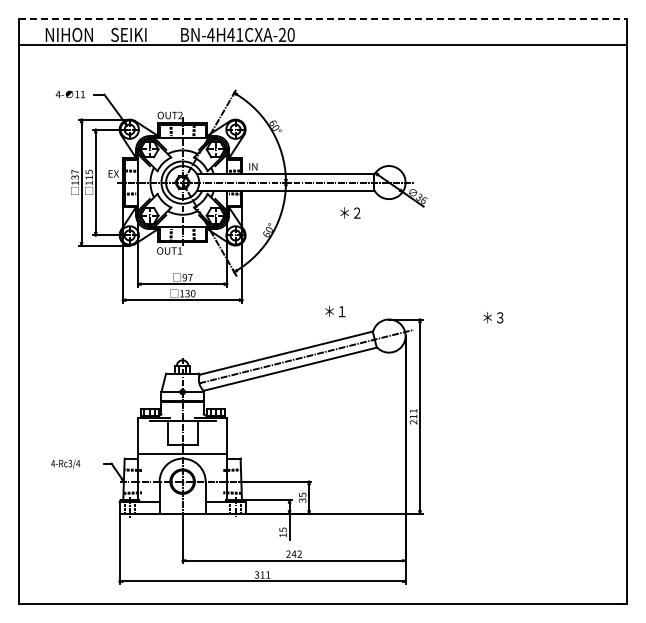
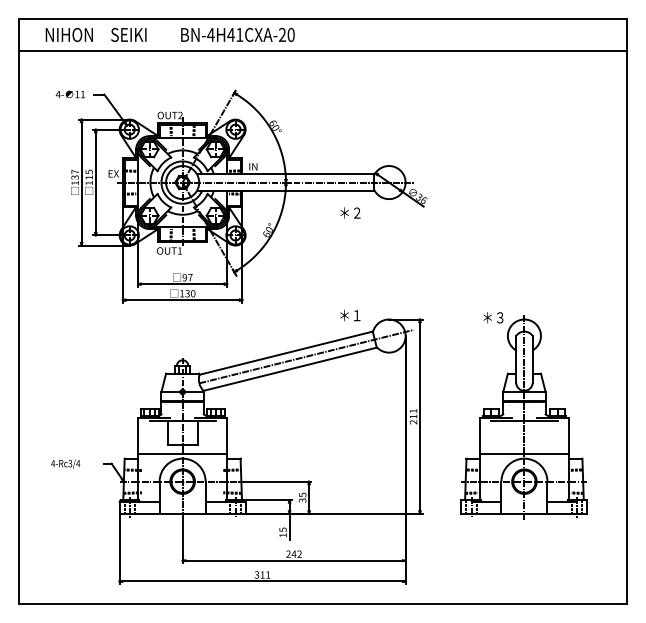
line at (322, 18): dashed -> solid
line at (322, 45) position: (322, 45) -> (322, 51)
text at (335, 311) position: (335, 311) -> (350, 315)
part at (523, 417): none -> present
